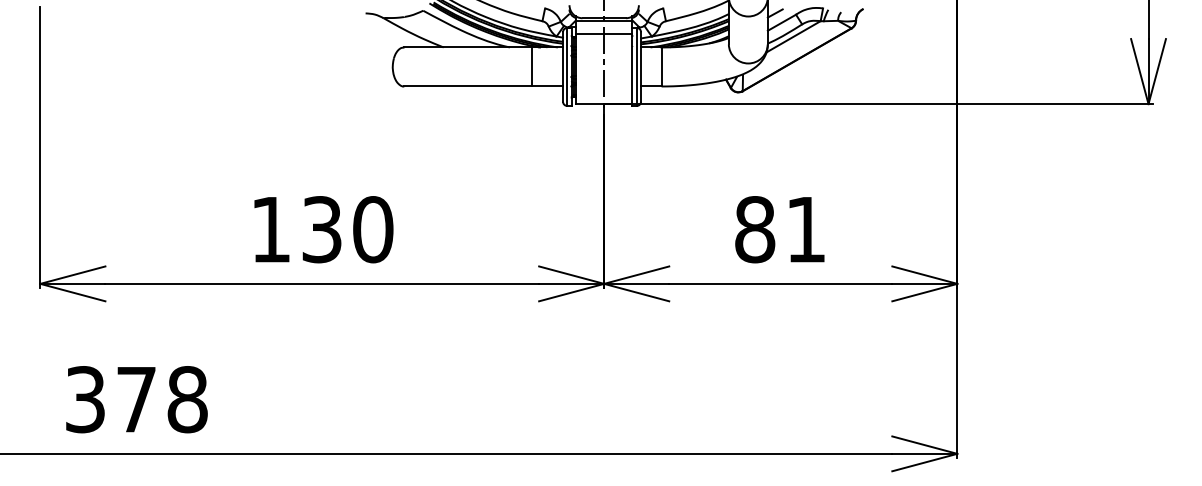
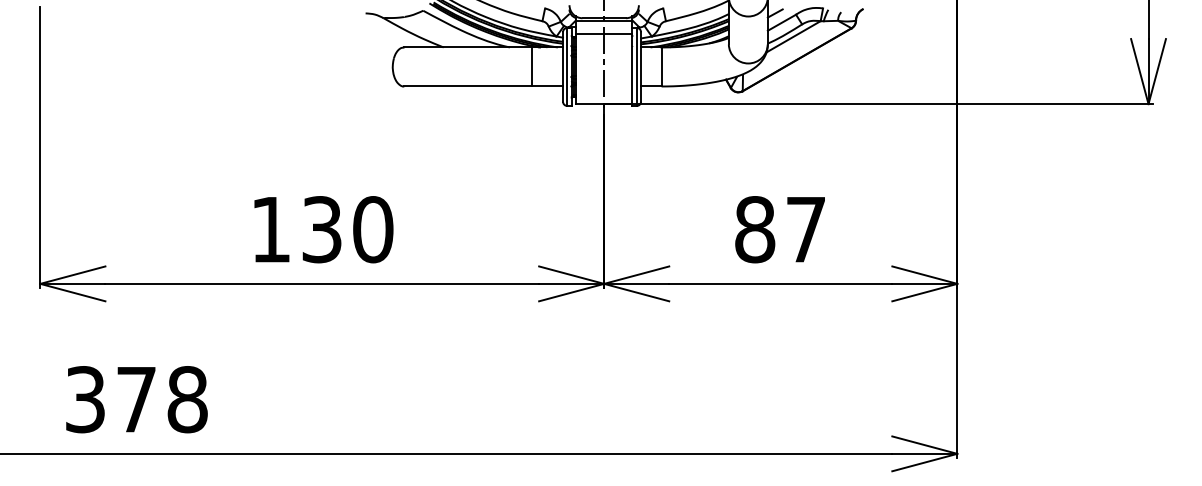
text at (805, 229): 81 -> 87
